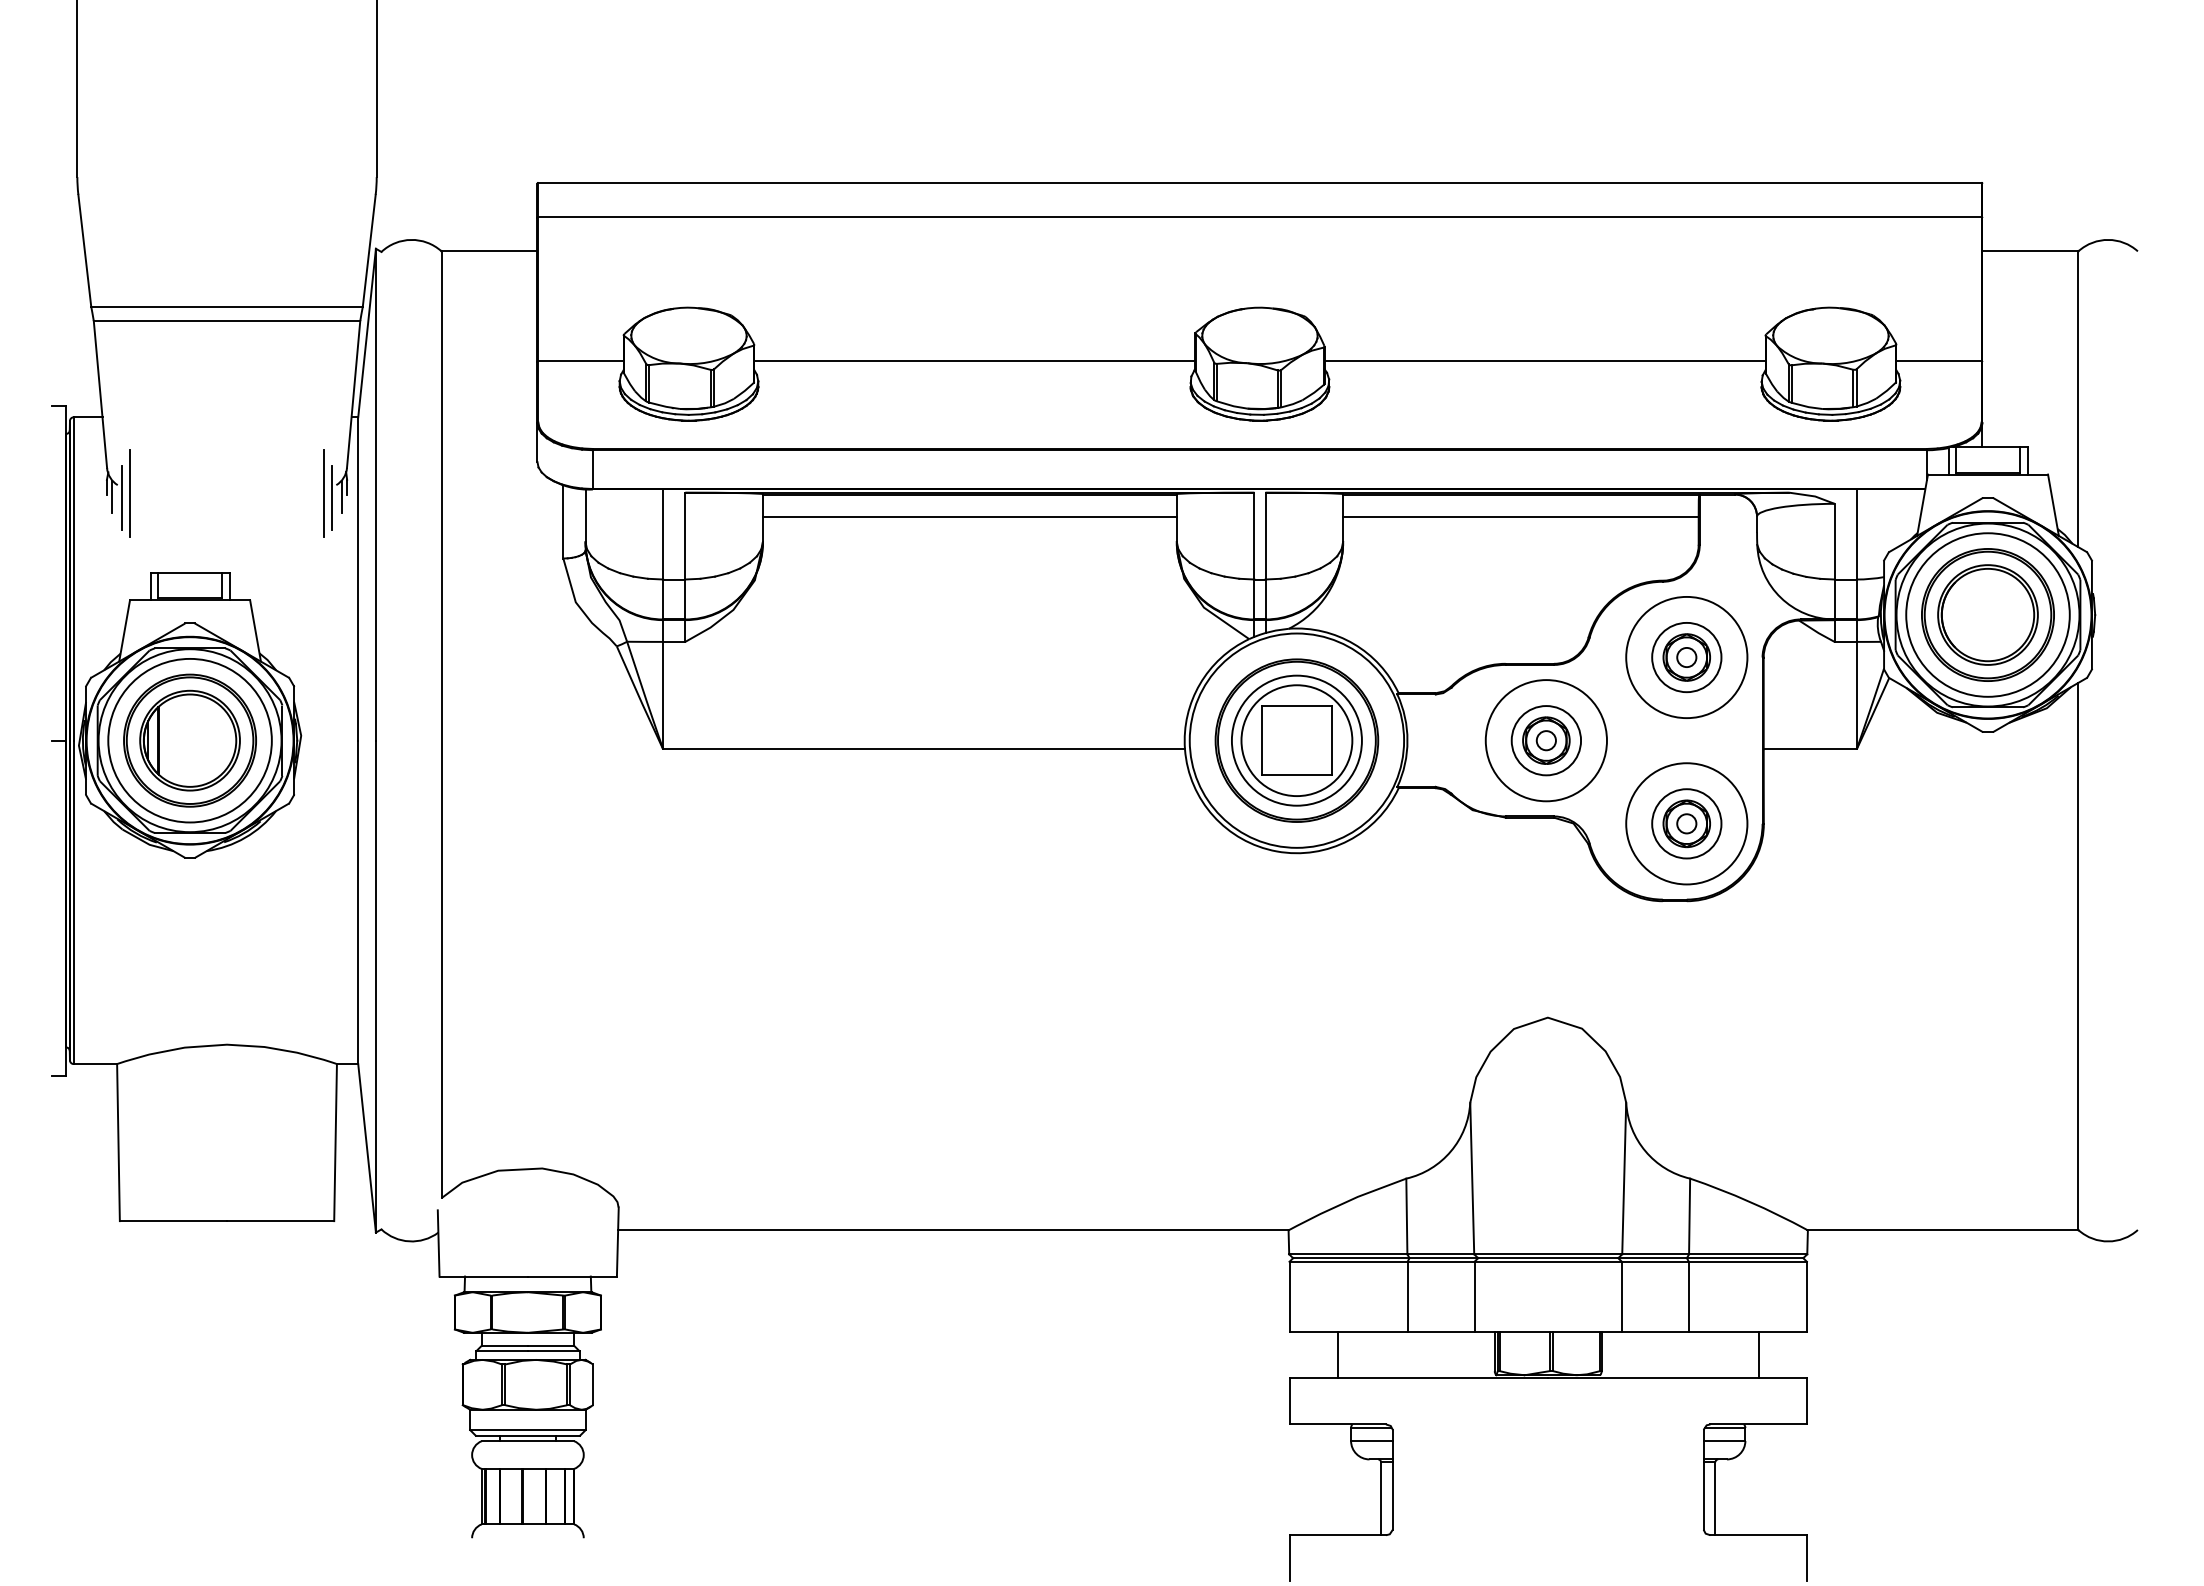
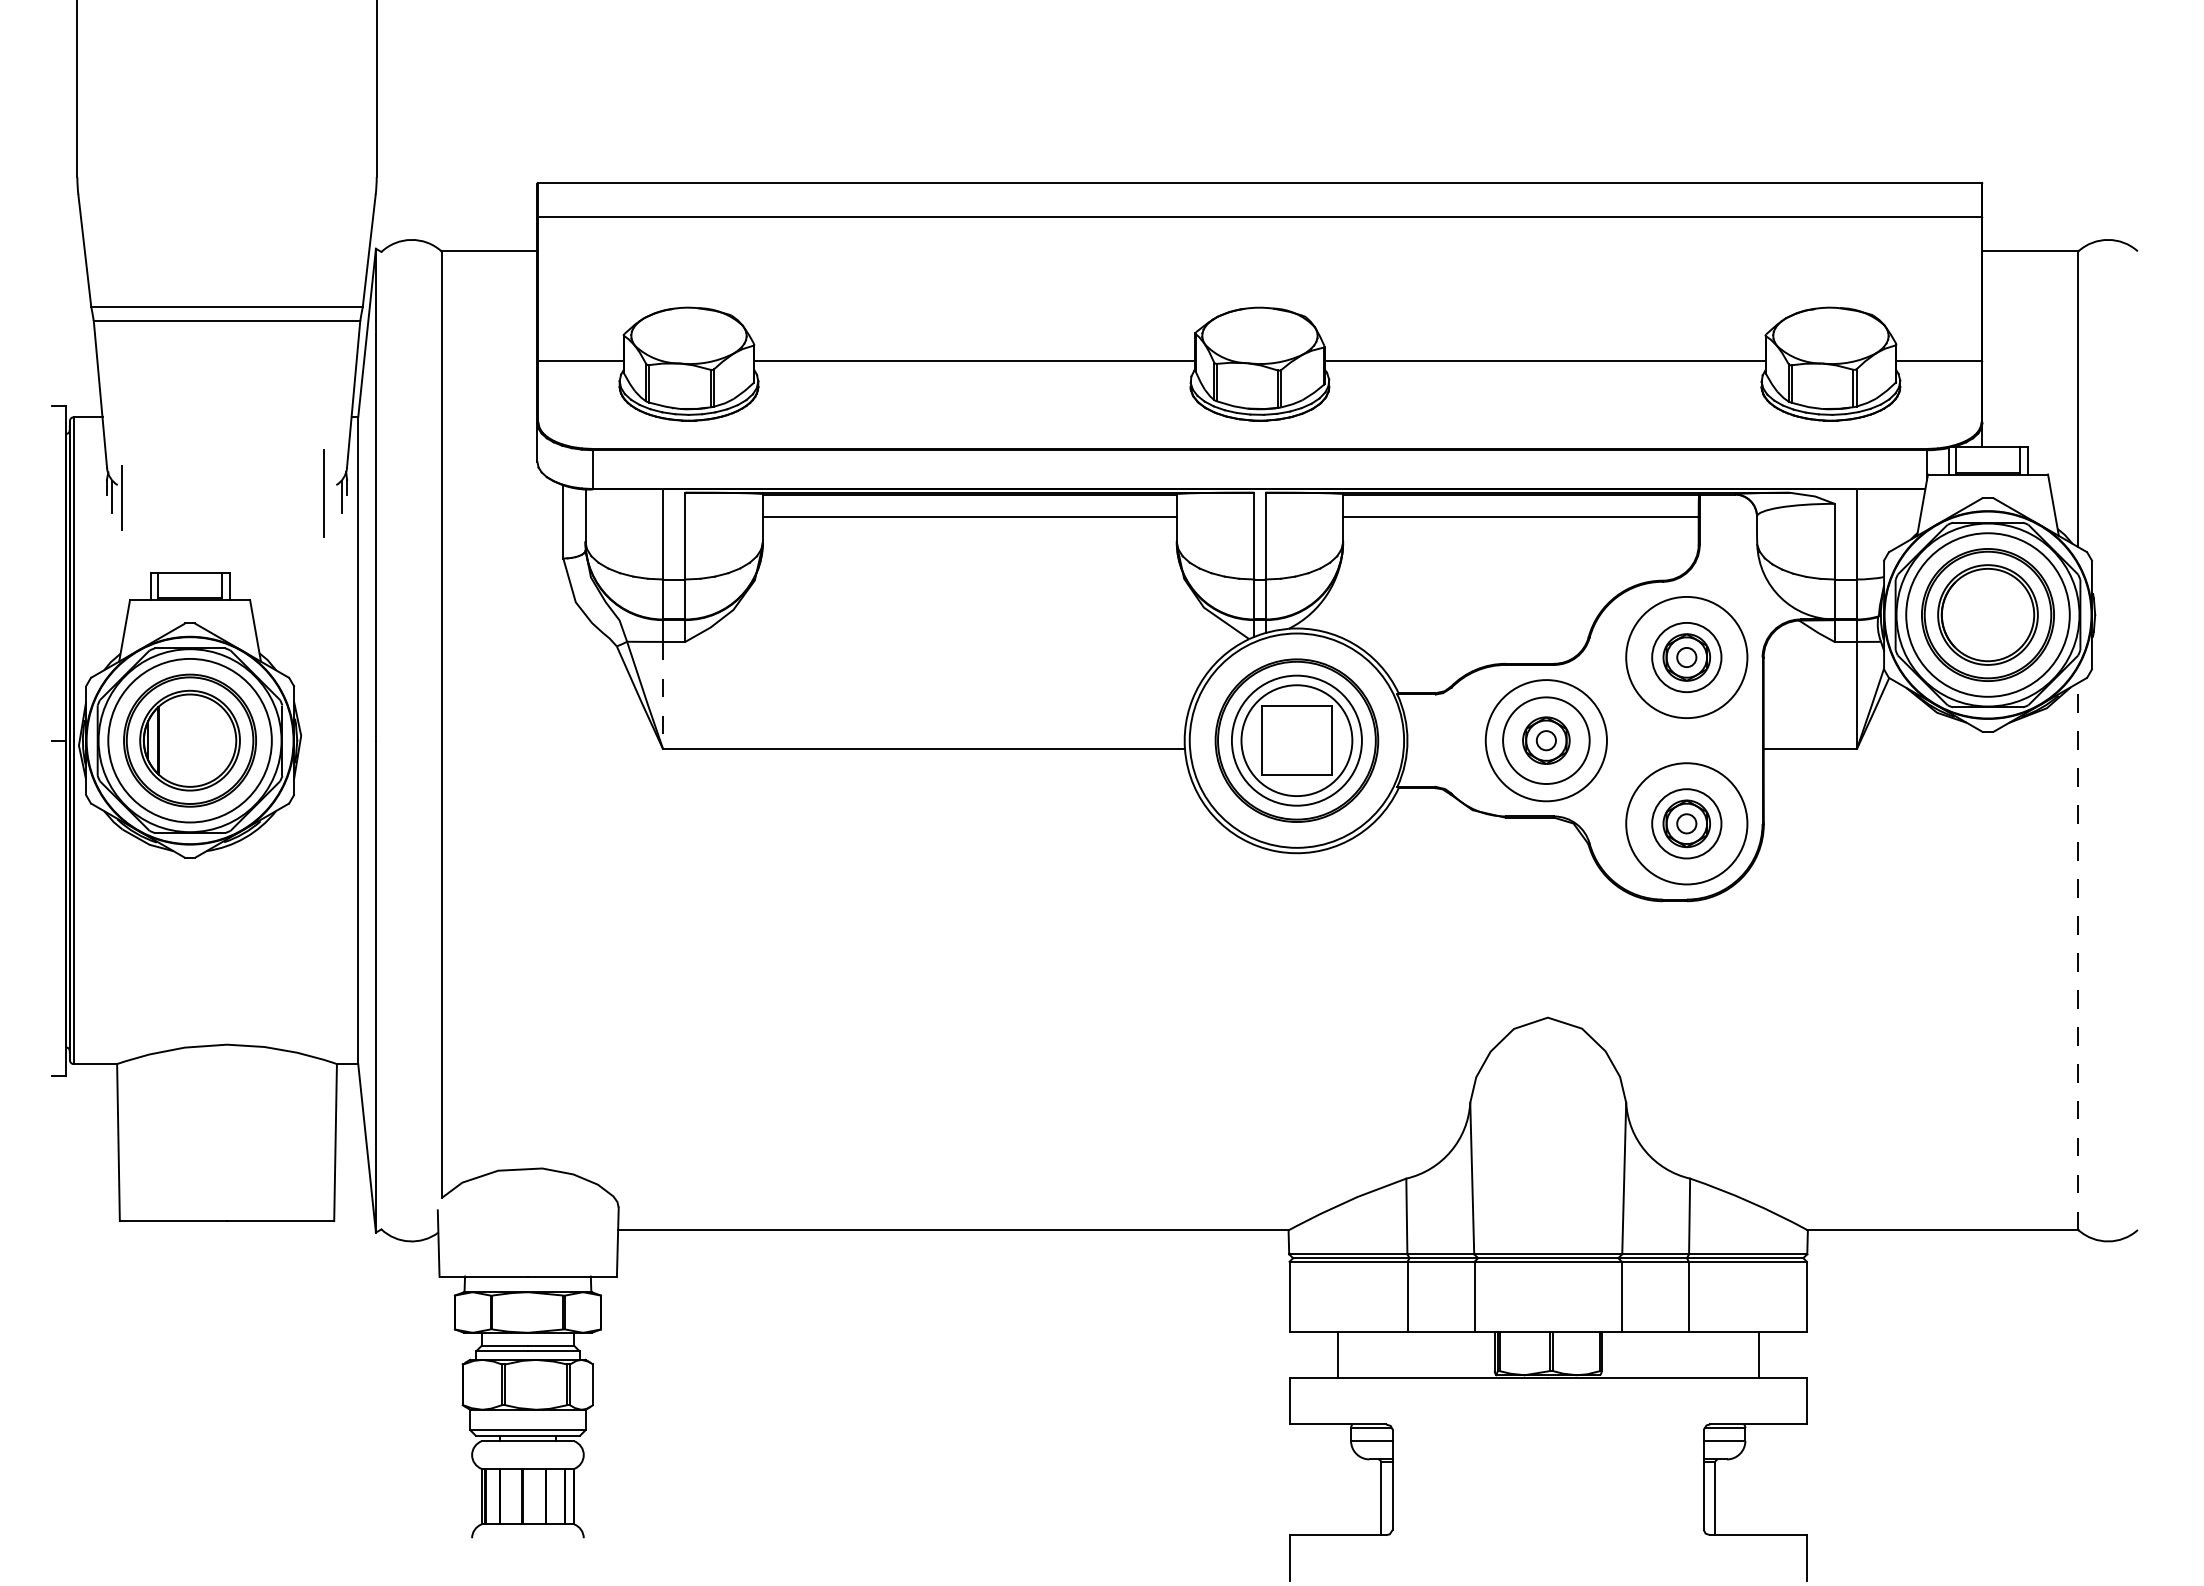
line at (130, 493): present -> none
line at (331, 497): present -> none
line at (663, 695): solid -> dashed
circle at (1546, 740) diameter: 69 px -> 87 px
line at (2078, 956): solid -> dashed
